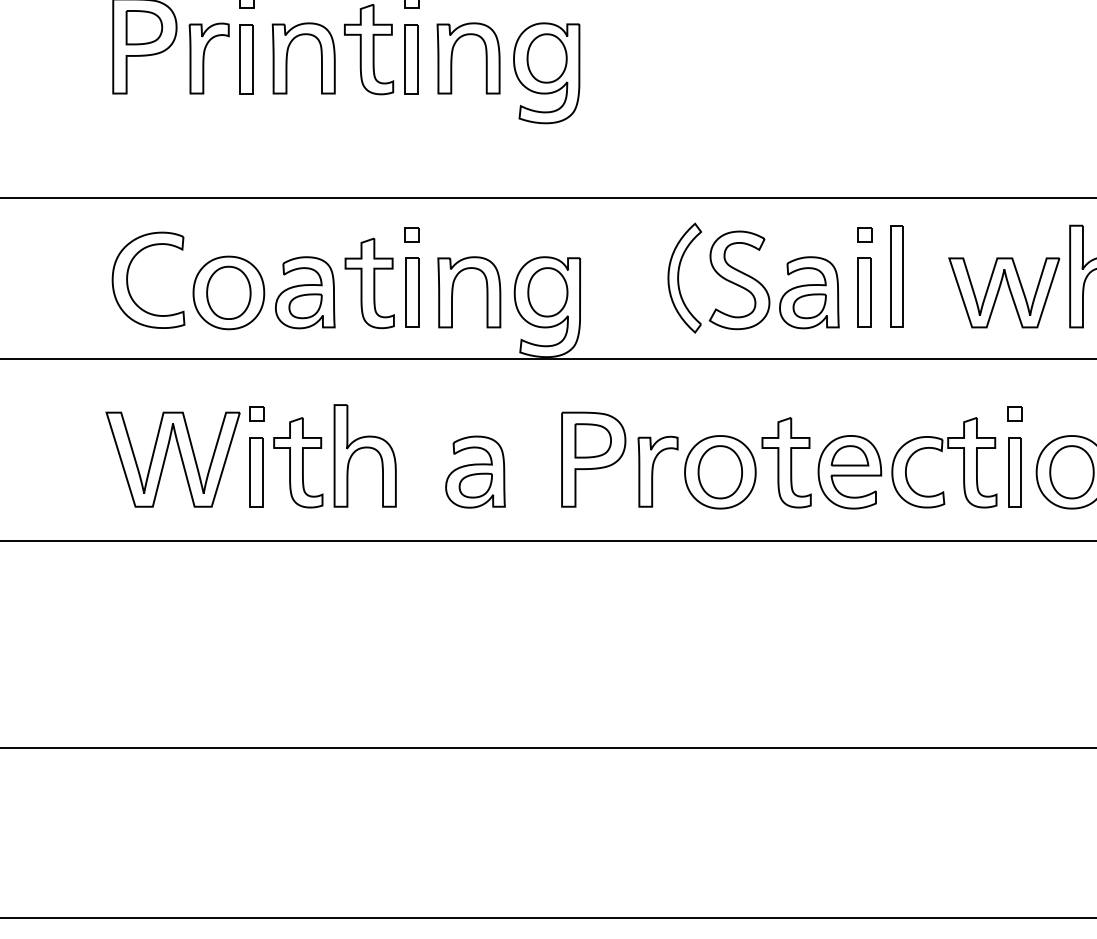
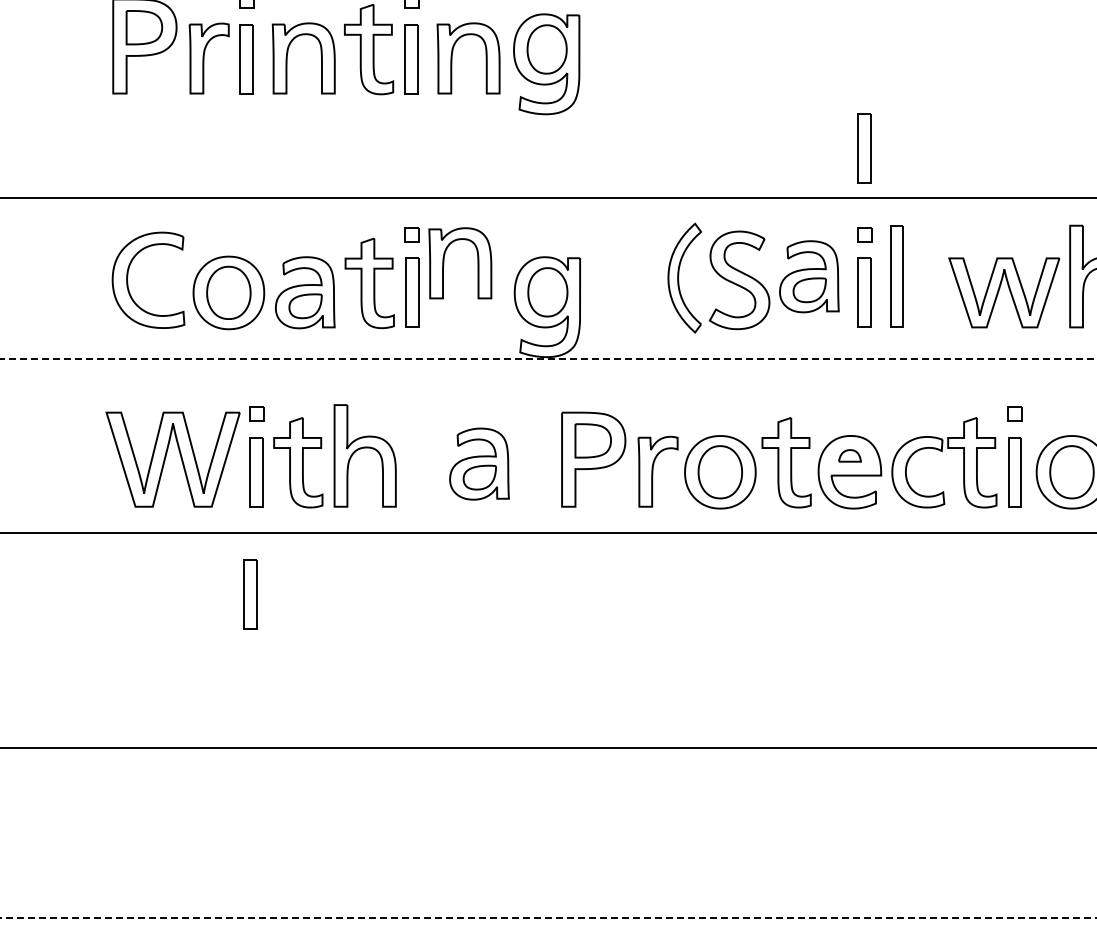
part at (546, 73) position: (546, 73) -> (546, 64)
part at (864, 148): none -> present
part at (453, 292) position: (453, 292) -> (444, 263)
part at (809, 292) position: (809, 292) -> (809, 276)
line at (548, 359): solid -> dashed
part at (849, 455) size: 40x22 px -> 24x14 px
part at (475, 471) position: (475, 471) -> (479, 463)
line at (547, 541) position: (547, 541) -> (547, 533)
part at (250, 594): none -> present
line at (549, 917): solid -> dashed
